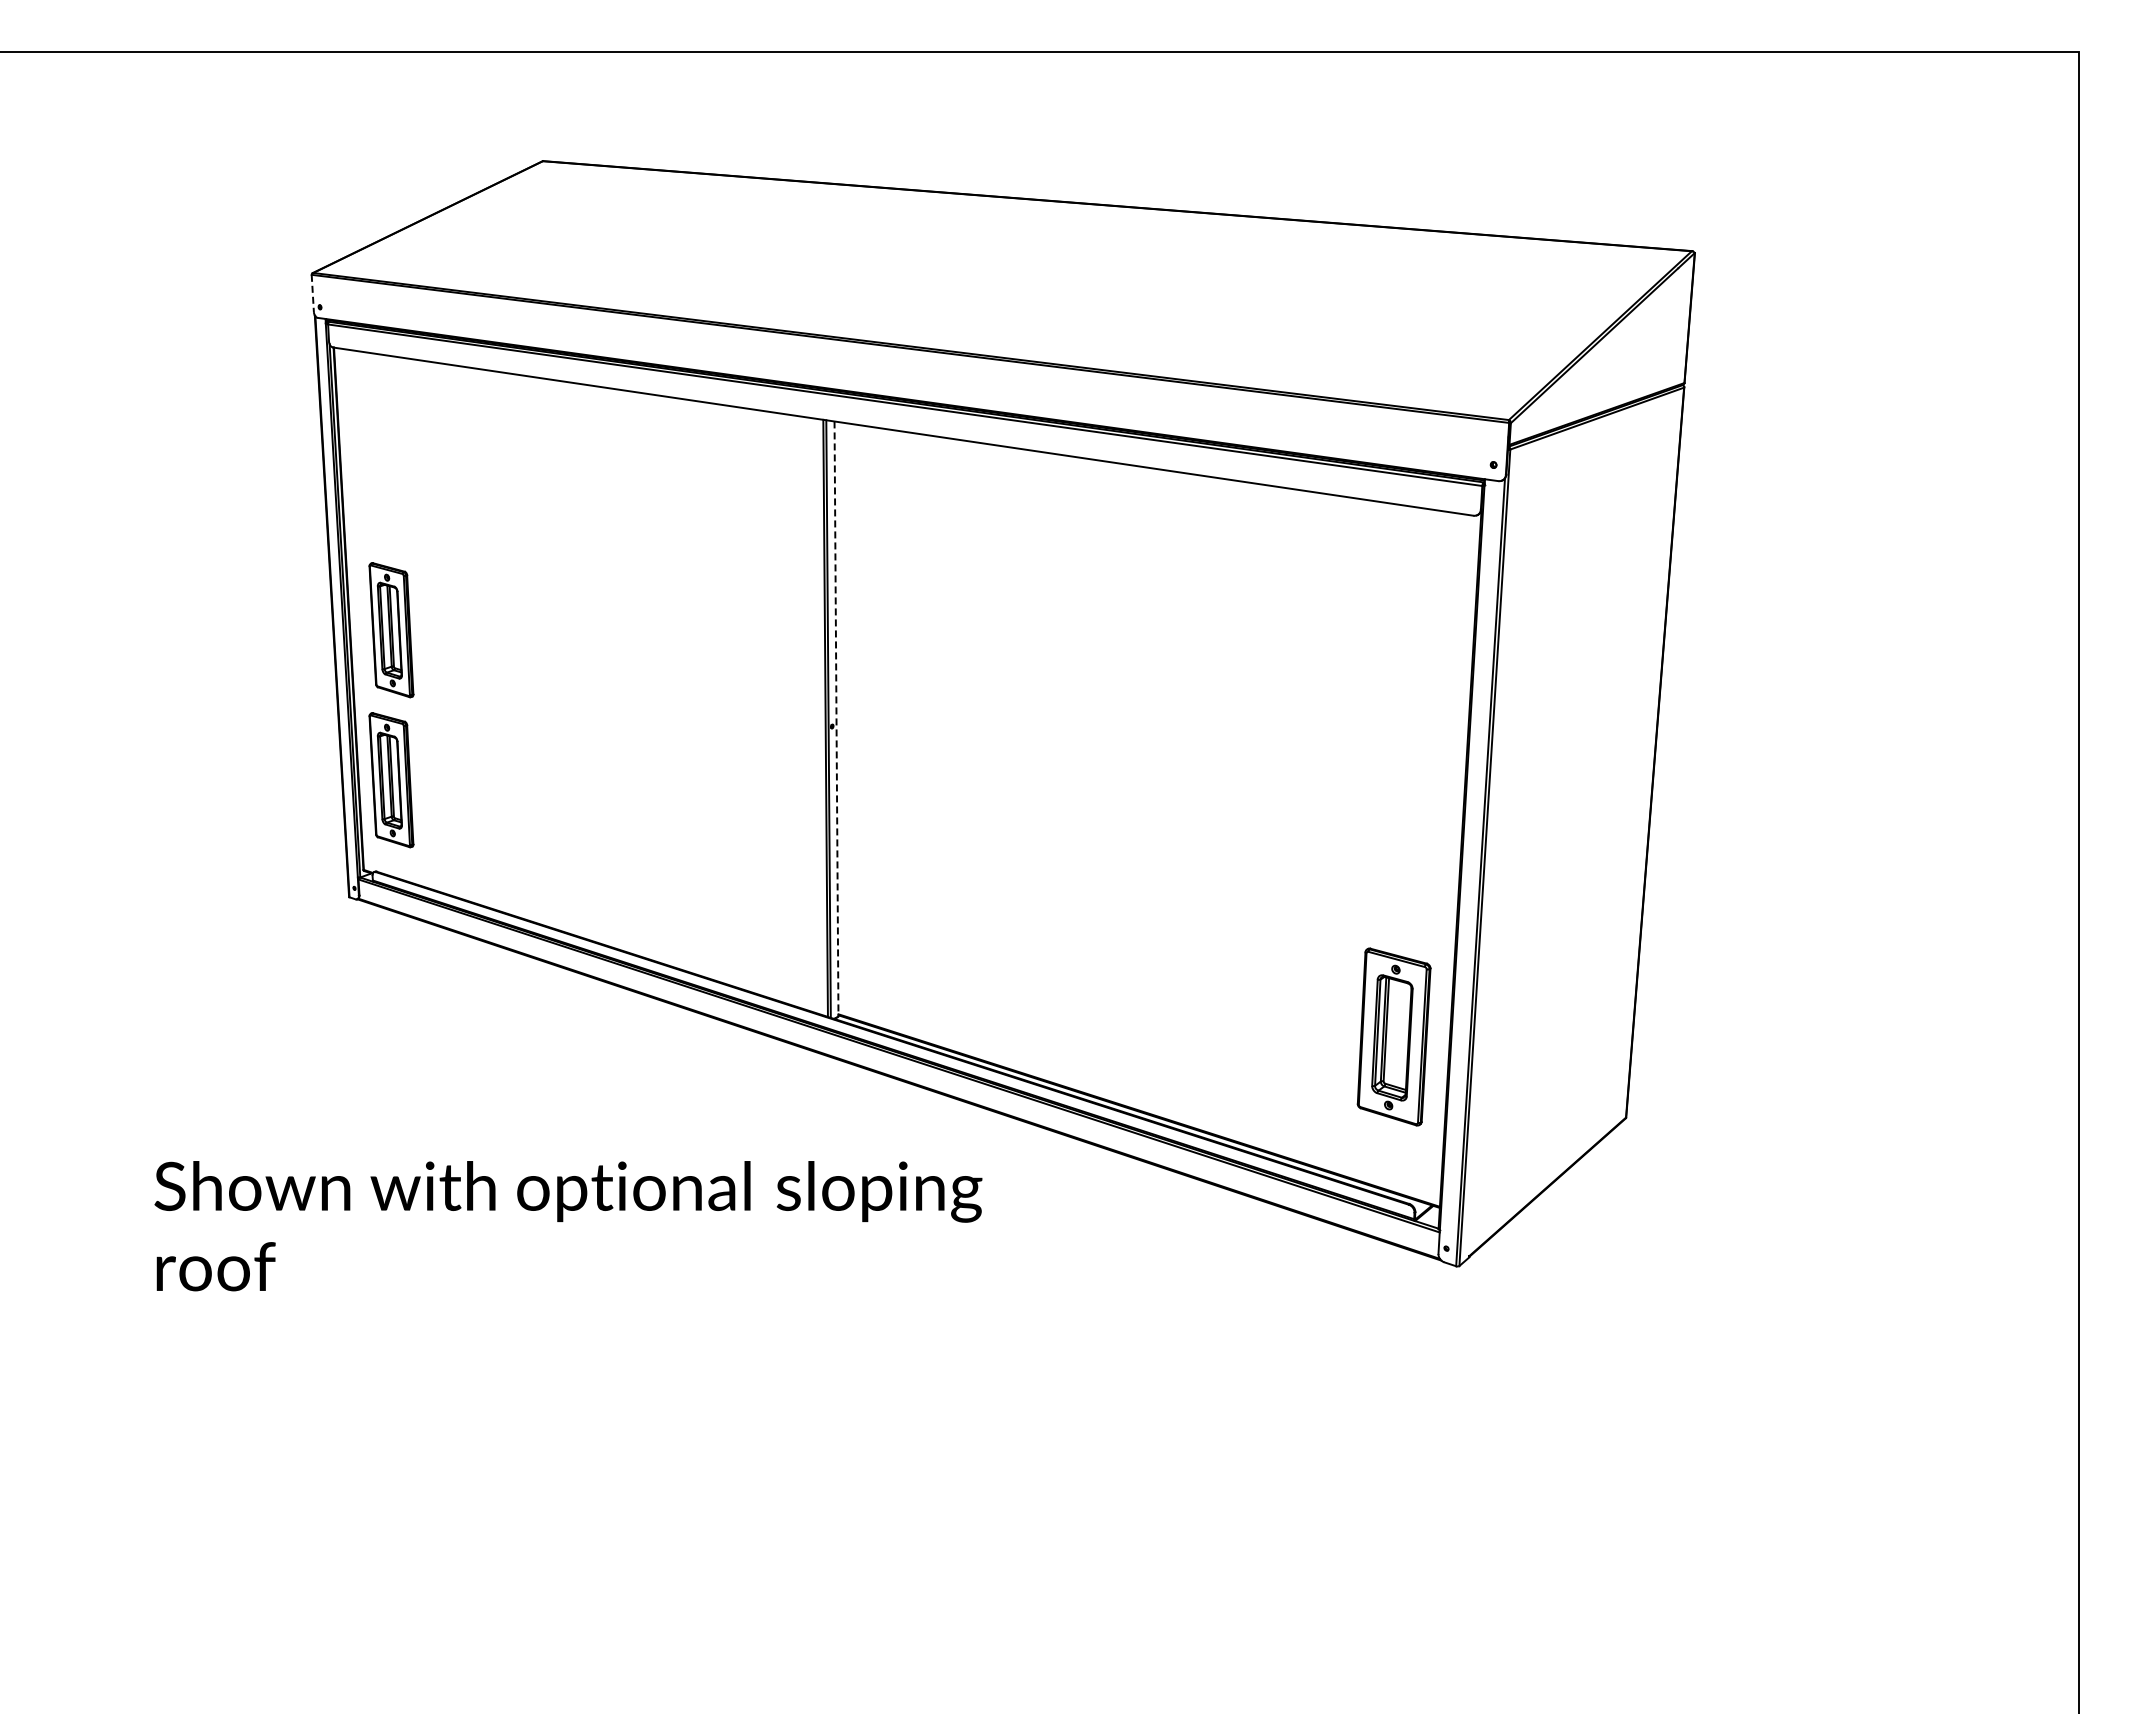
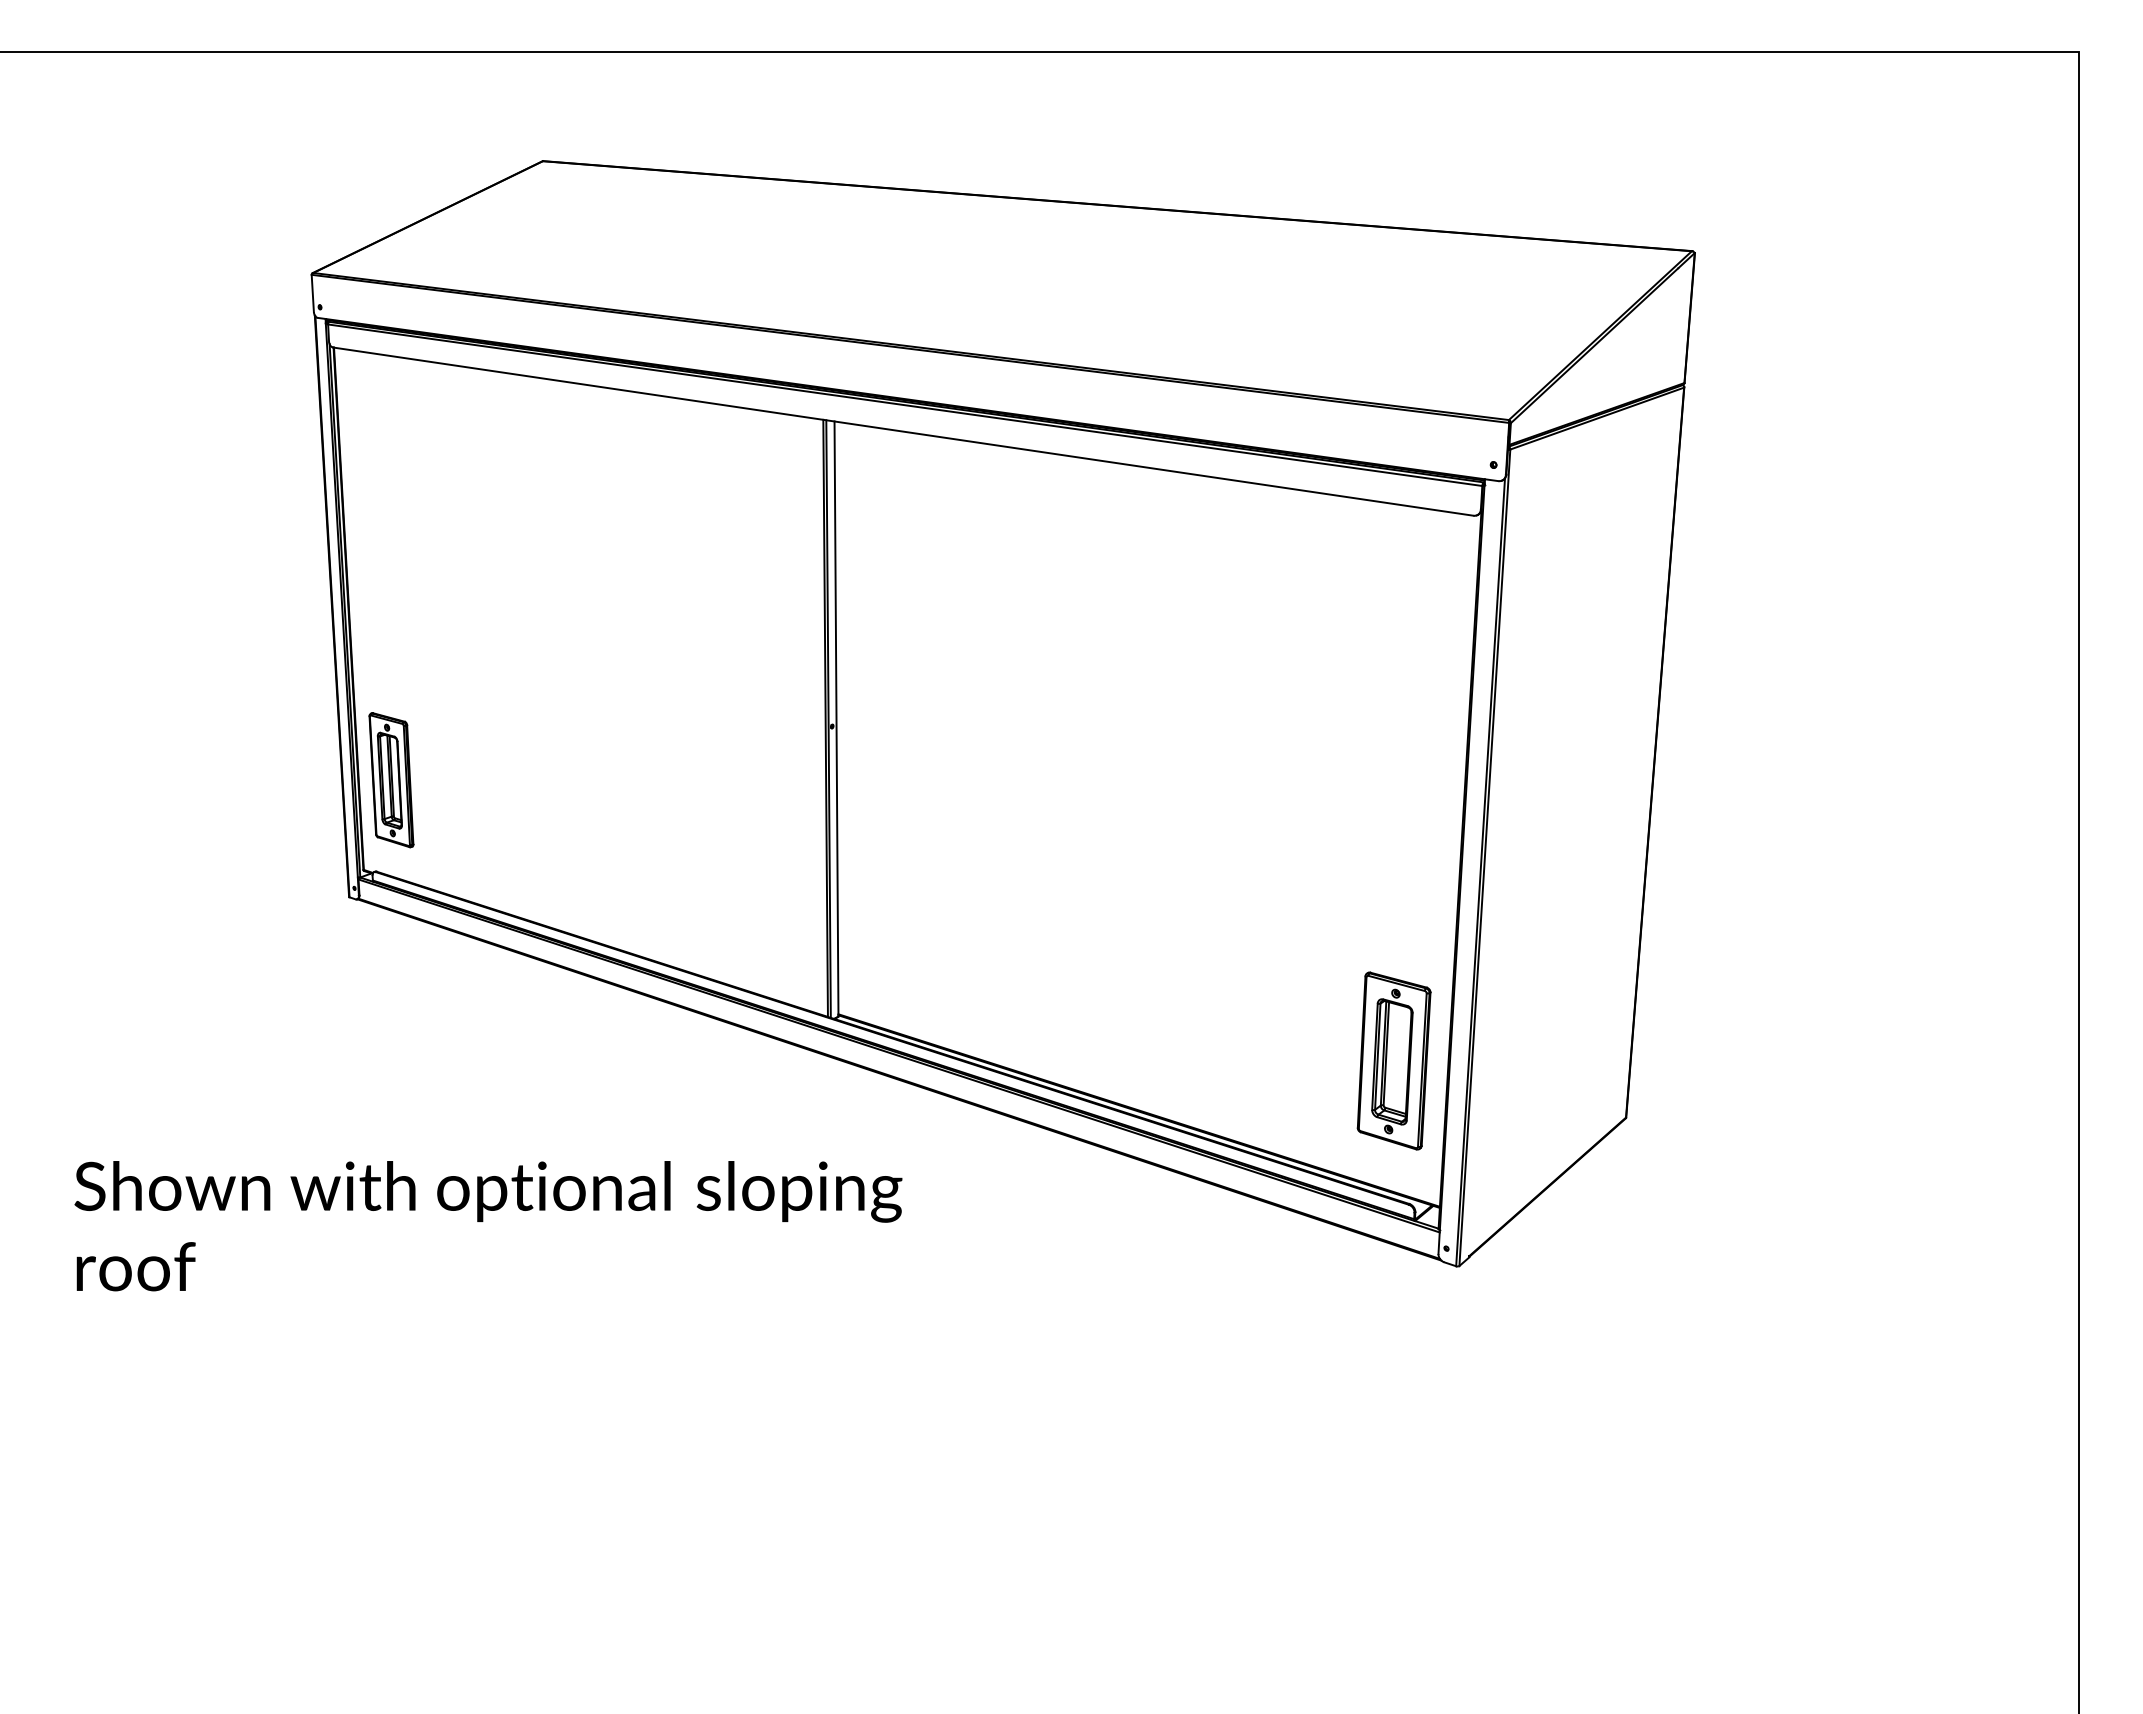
line at (312, 293): dashed -> solid
part at (391, 630): present -> none
line at (836, 719): dashed -> solid
part at (1393, 1036) position: (1393, 1036) -> (1393, 1060)
text at (568, 1226) position: (568, 1226) -> (488, 1226)
